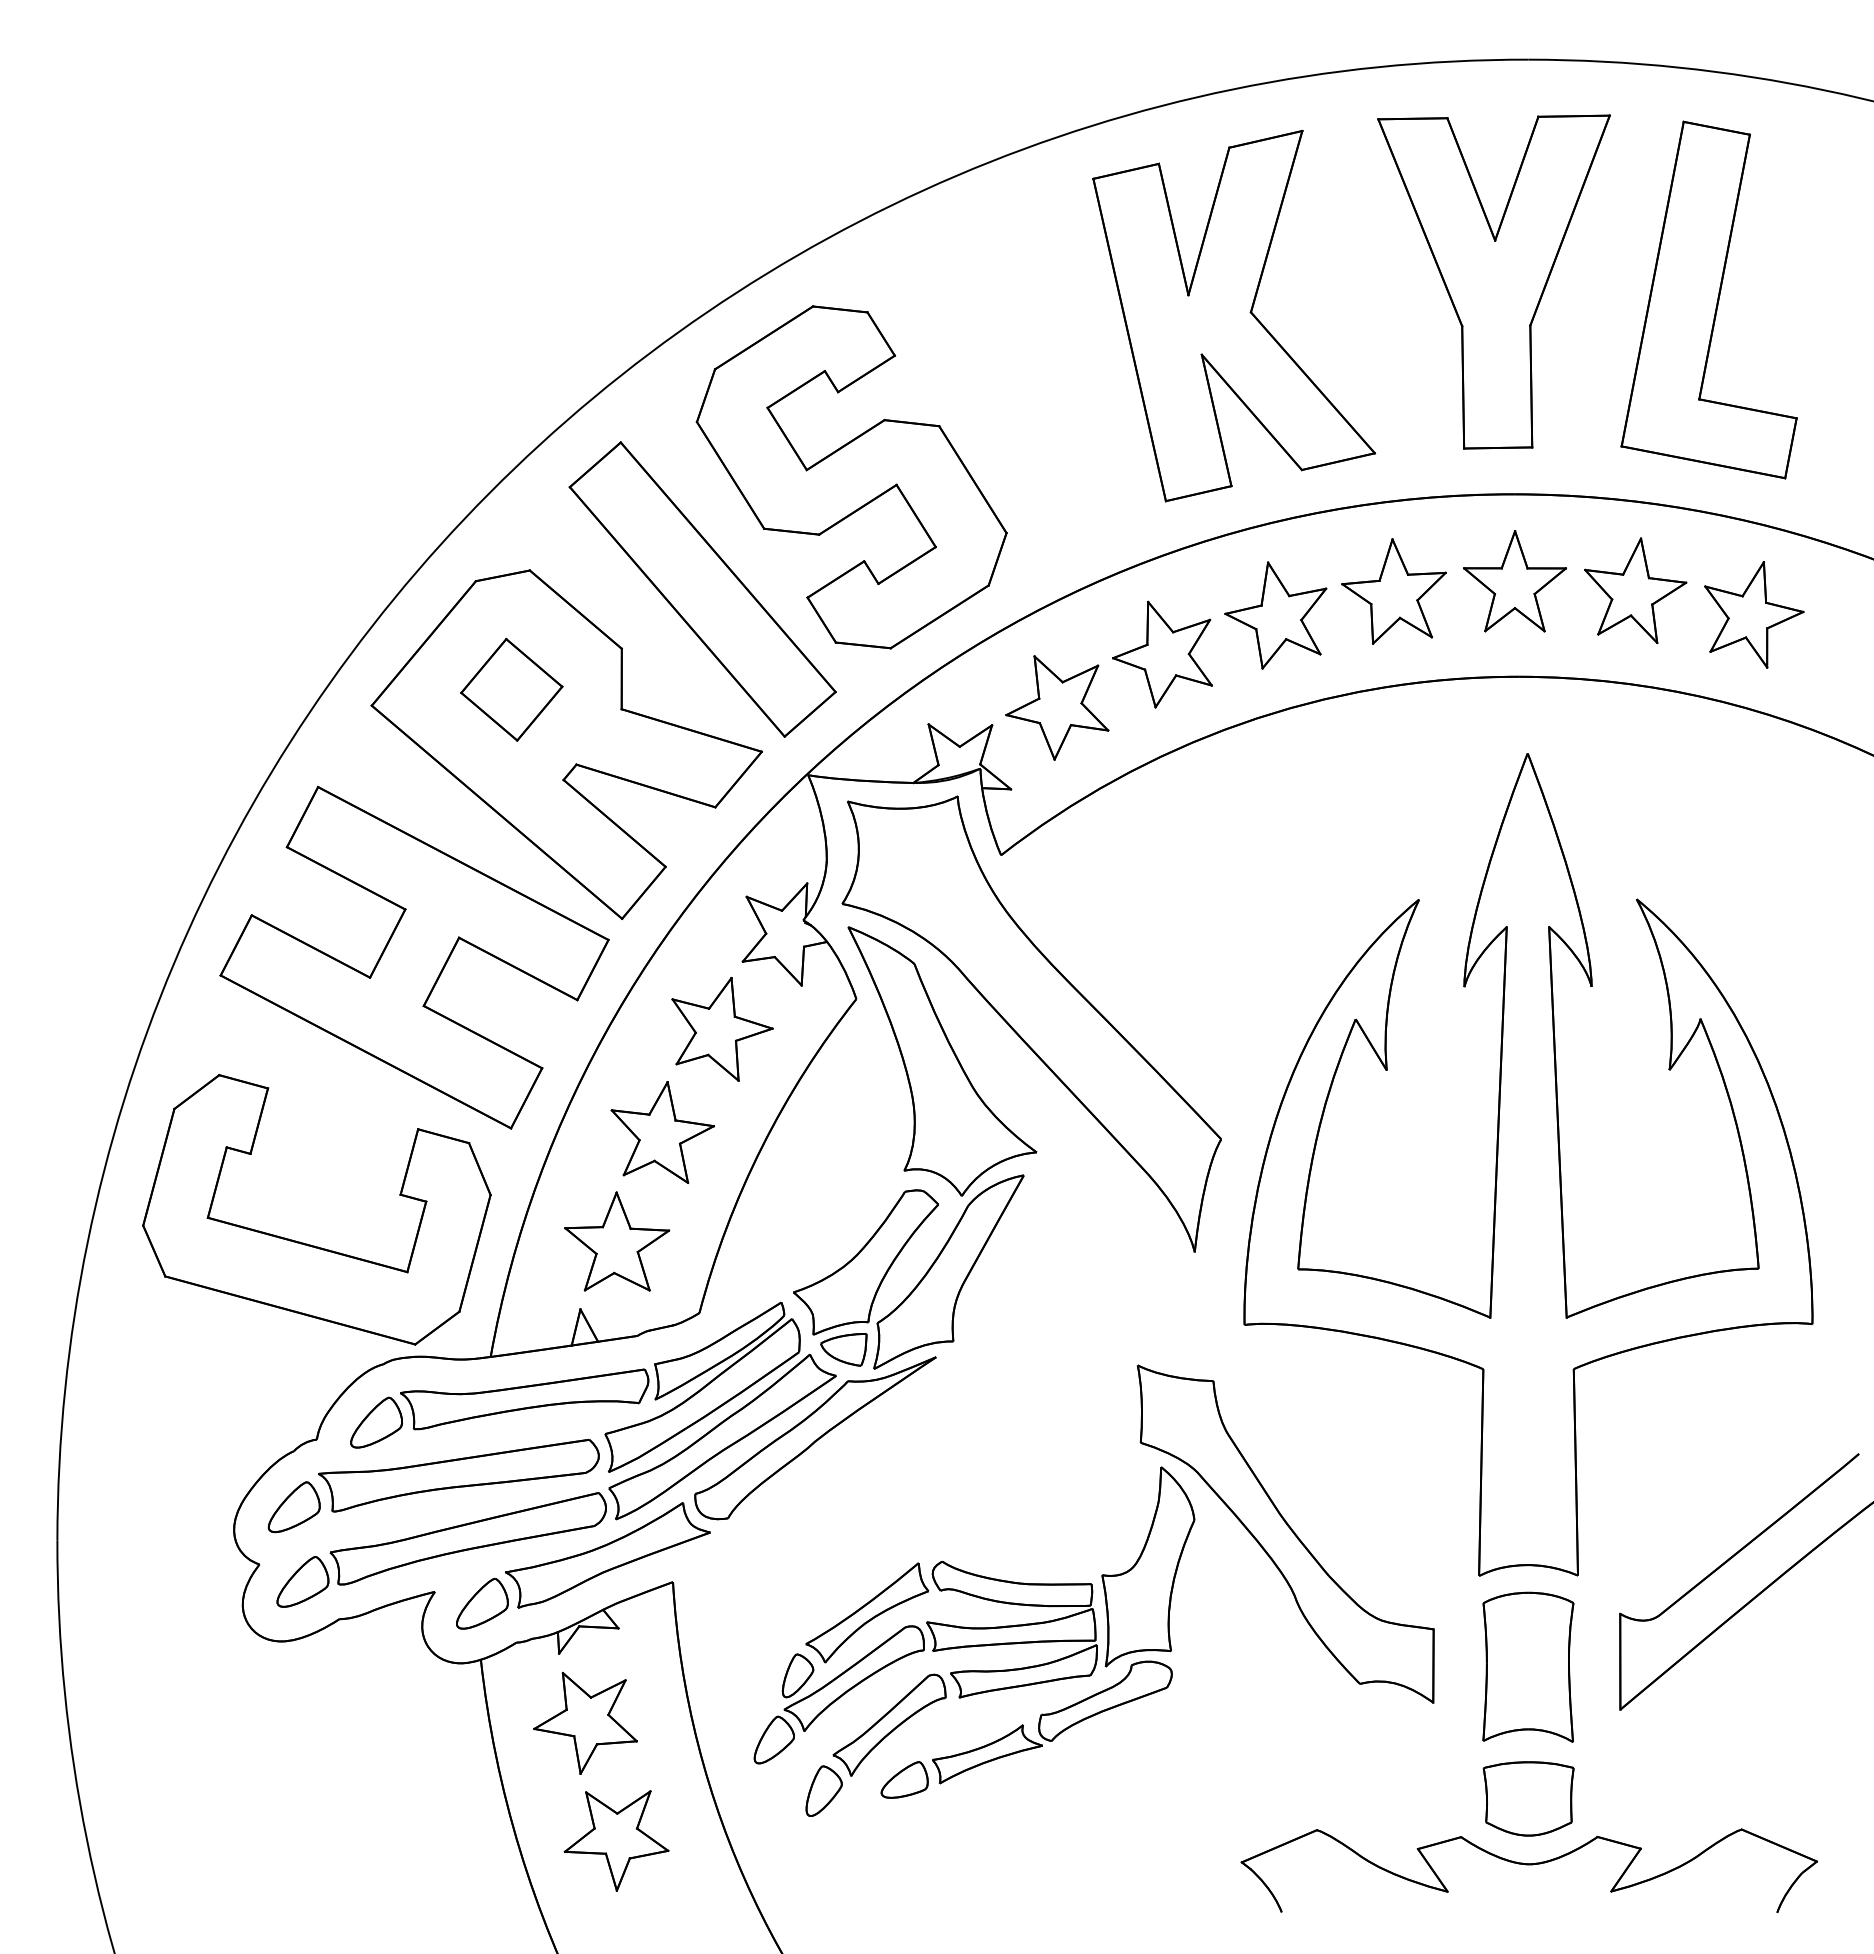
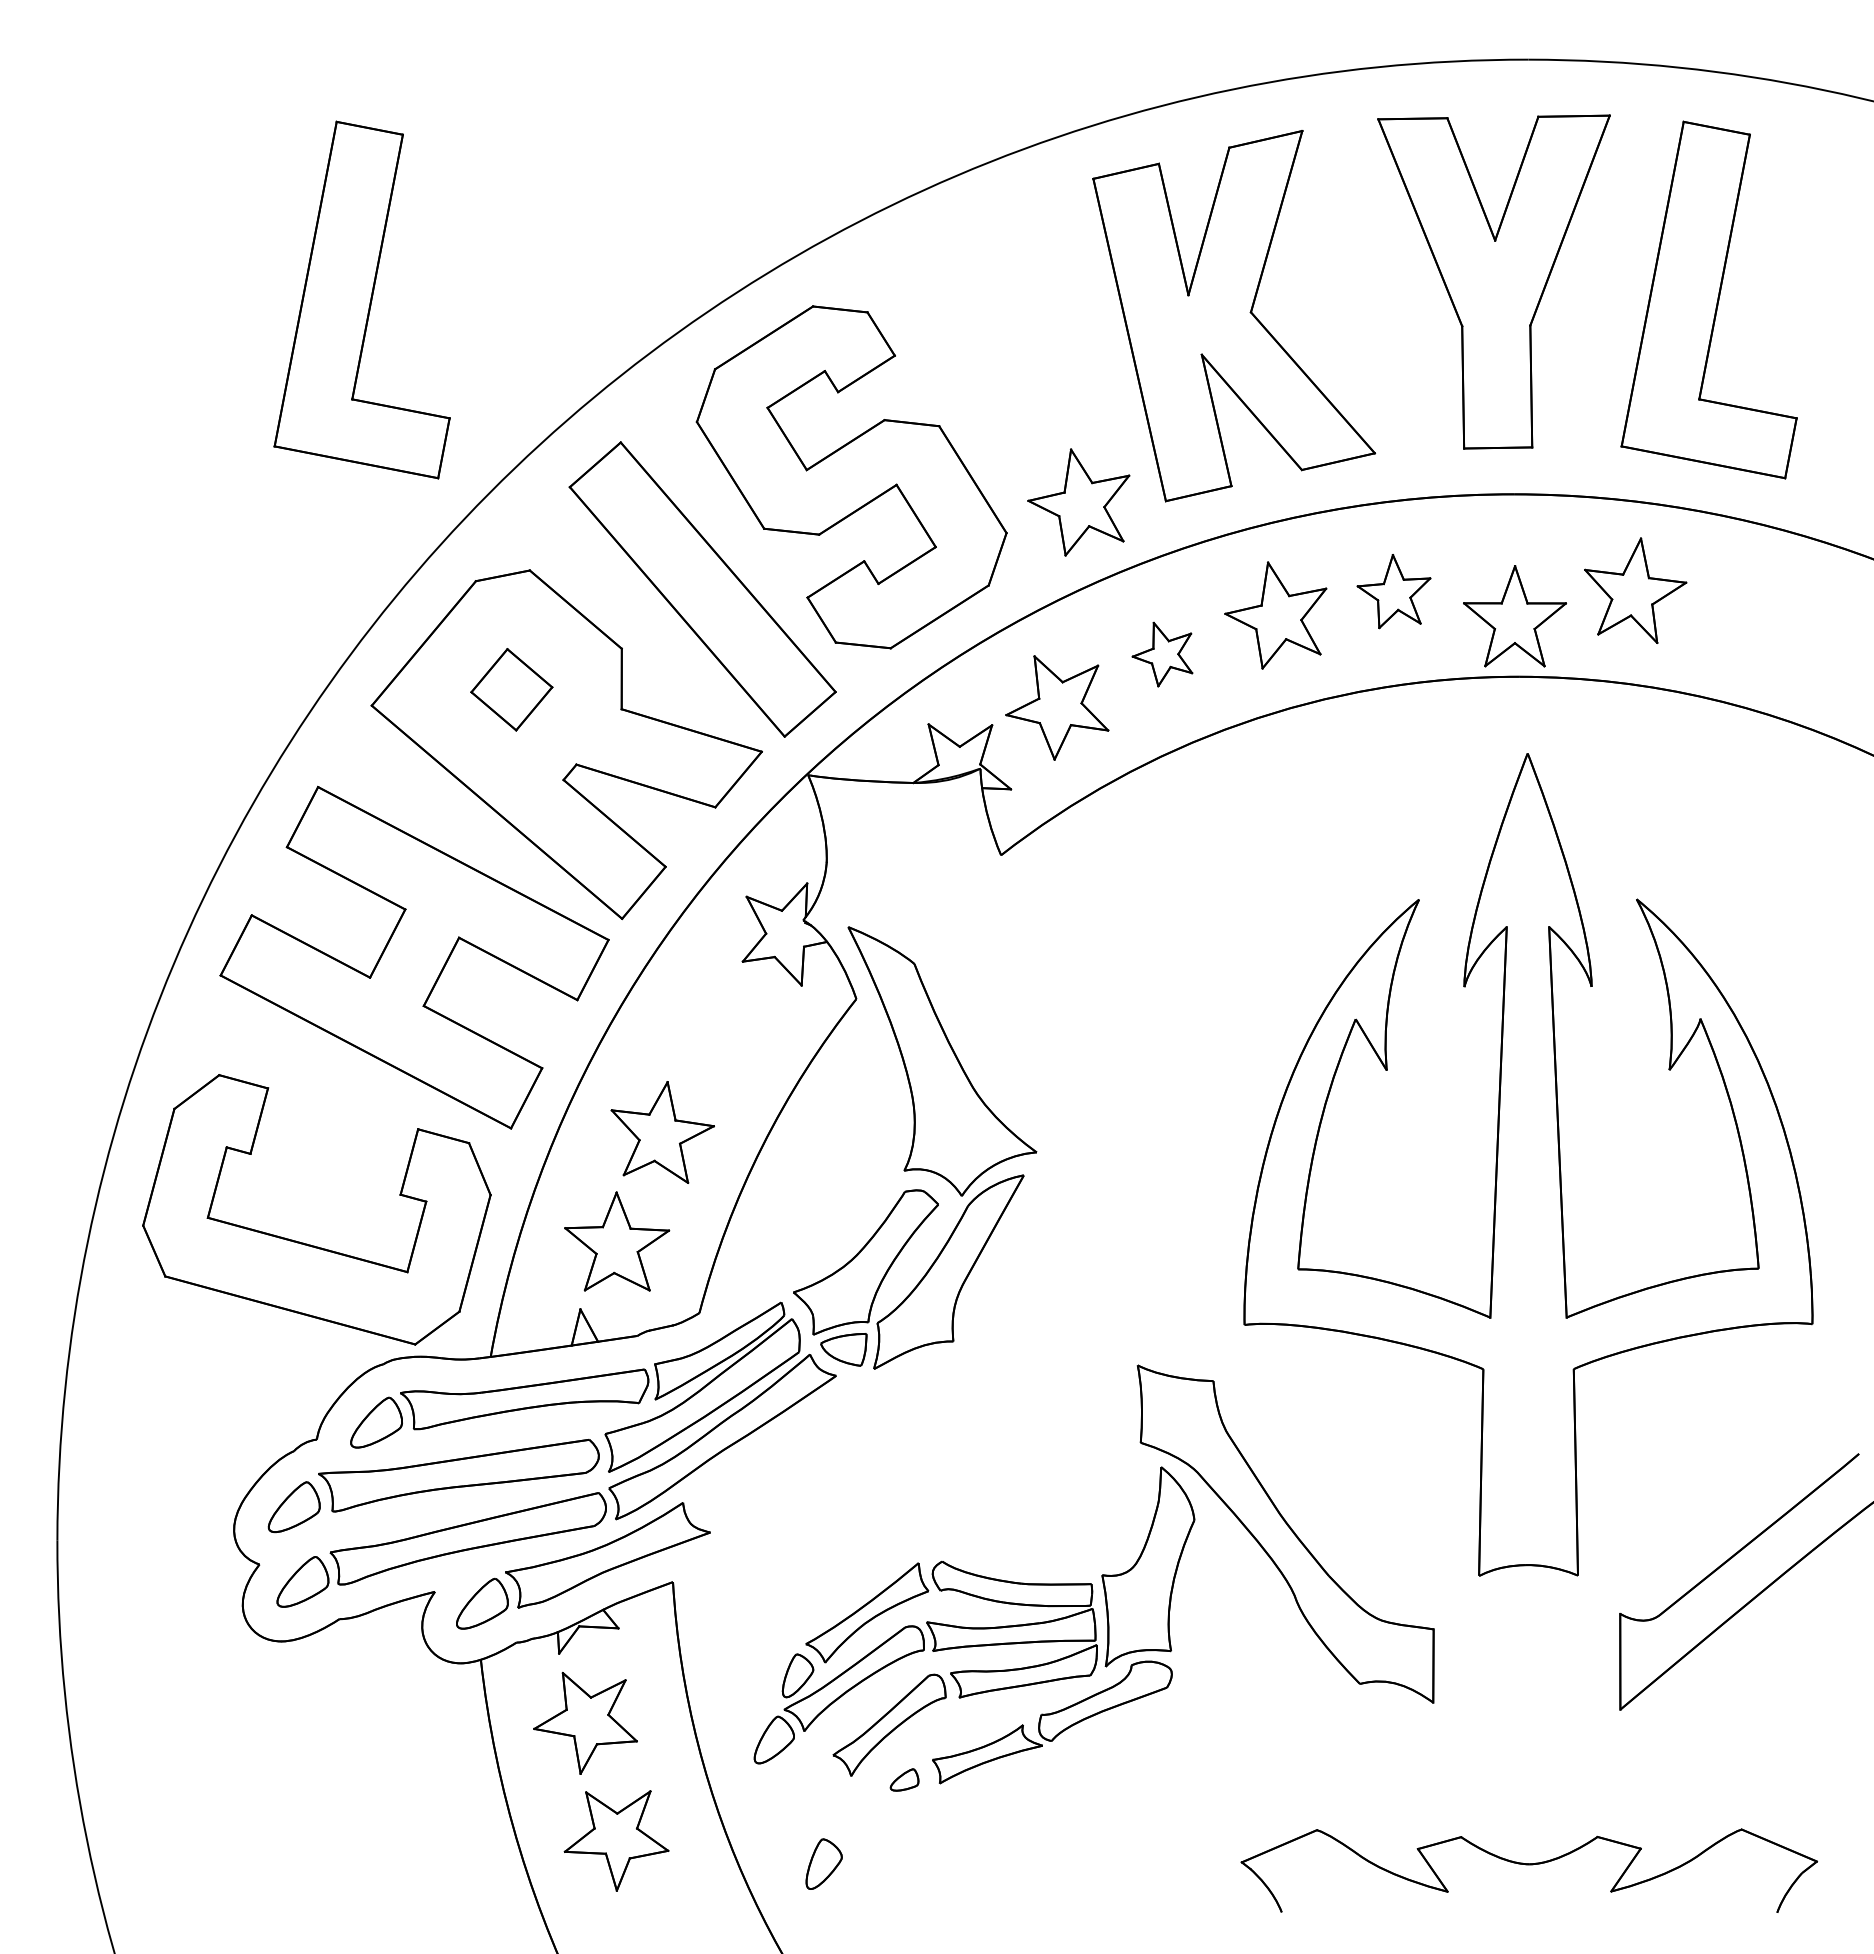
part at (361, 299): none -> present
part at (1078, 502): none -> present
part at (1514, 581) position: (1514, 581) -> (1514, 616)
part at (1393, 591) size: 106x107 px -> 76x76 px
part at (1754, 614): present -> none
part at (1162, 654) size: 101x109 px -> 63x67 px
part at (511, 689) size: 104x105 px -> 84x84 px
part at (1031, 1023): present -> none
part at (722, 1028): present -> none
part at (815, 1438): present -> none
part at (1528, 1666): present -> none
part at (904, 1779) size: 49x38 px -> 31x24 px
part at (823, 1790) position: (823, 1790) -> (823, 1863)
part at (1528, 1798): present -> none
